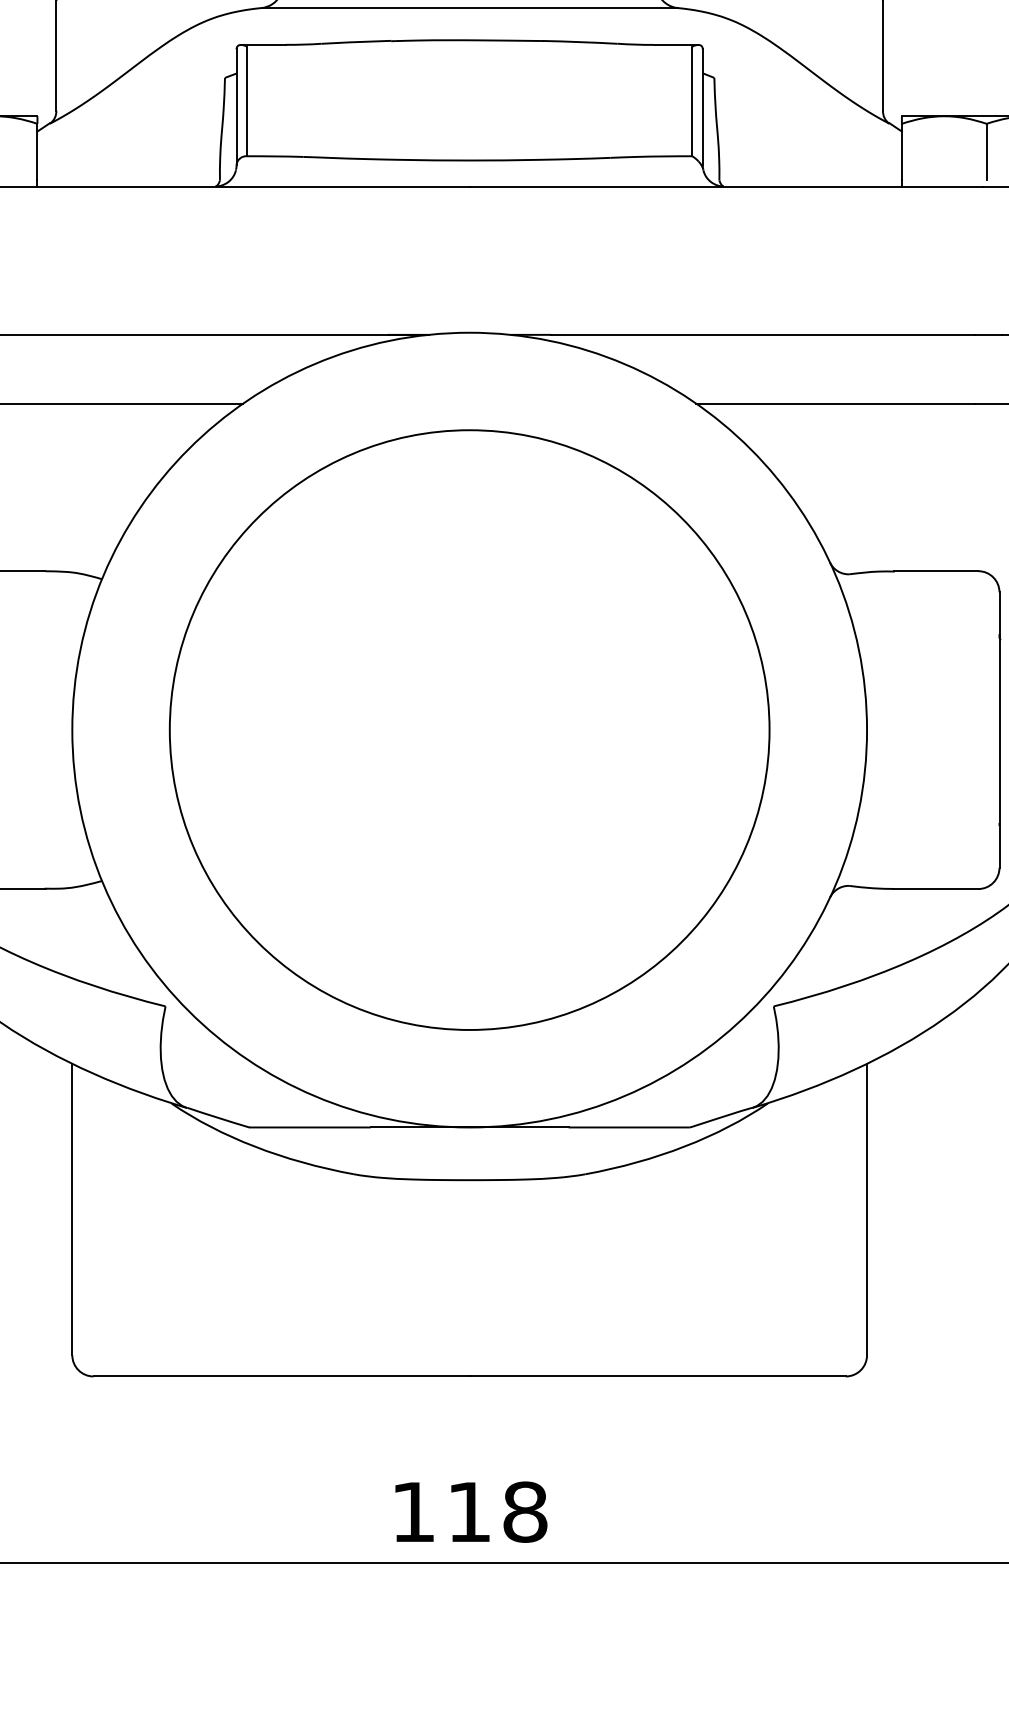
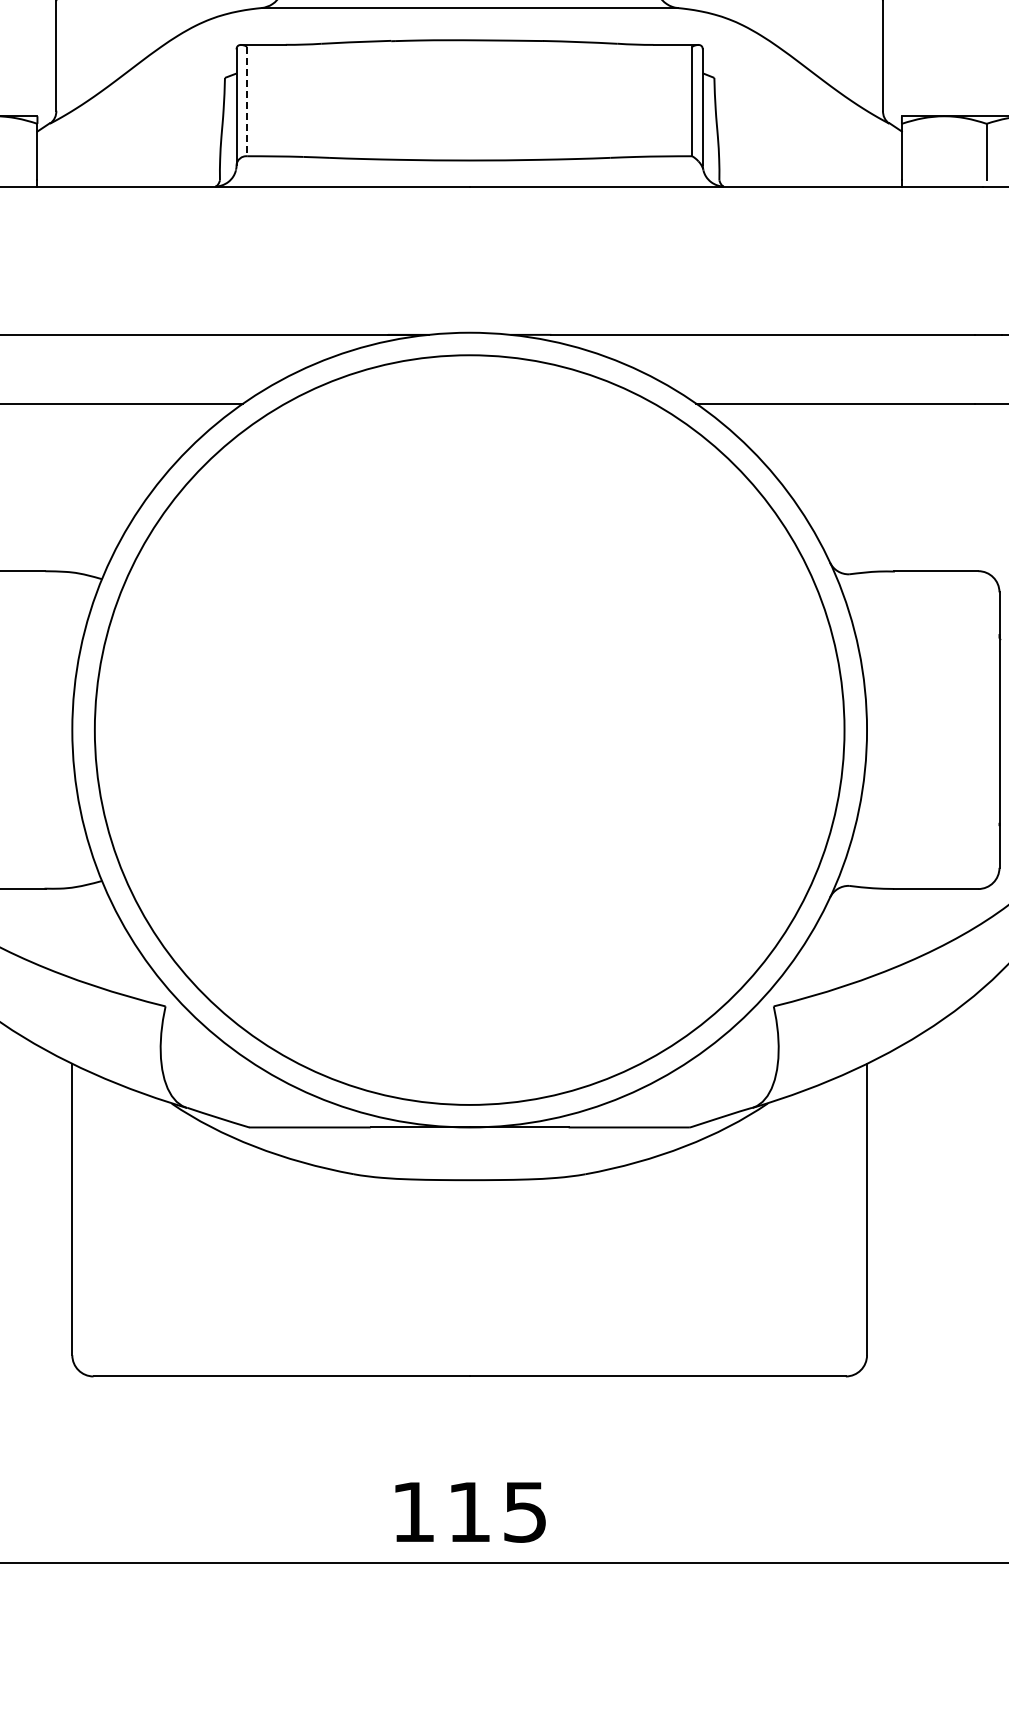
line at (247, 101): solid -> dashed
circle at (469, 729) diameter: 600 px -> 750 px
text at (525, 1511): 118 -> 115
